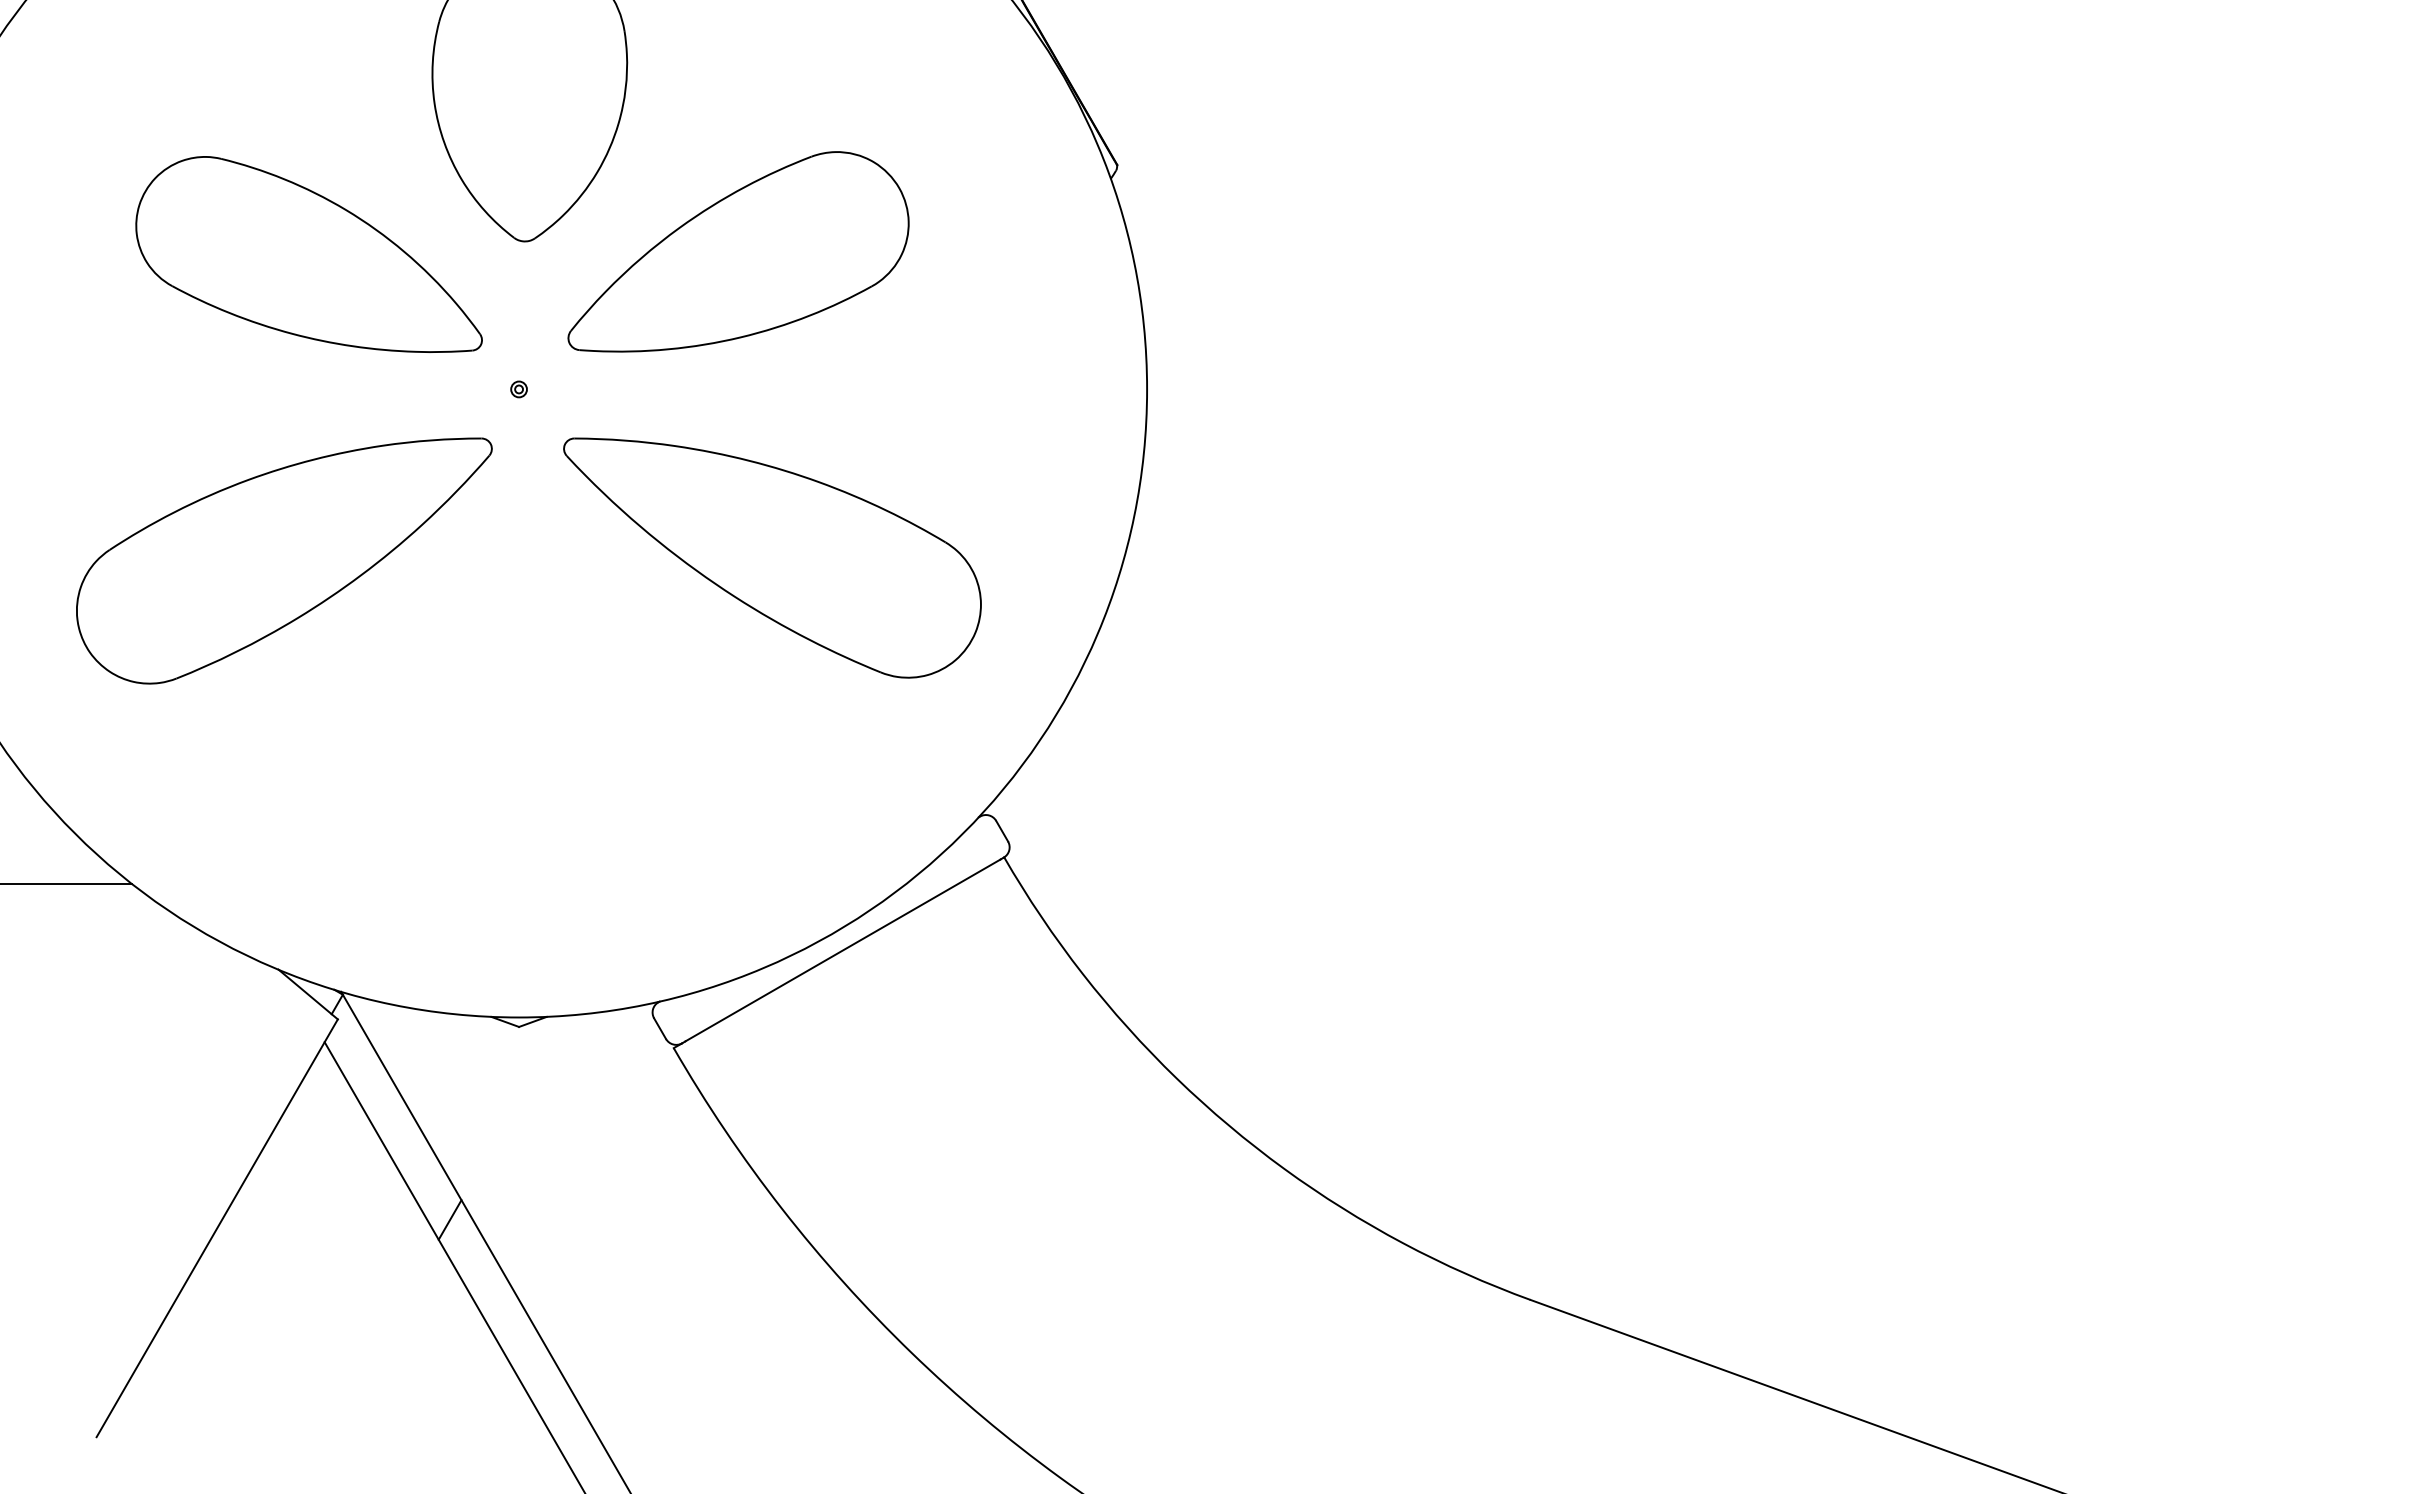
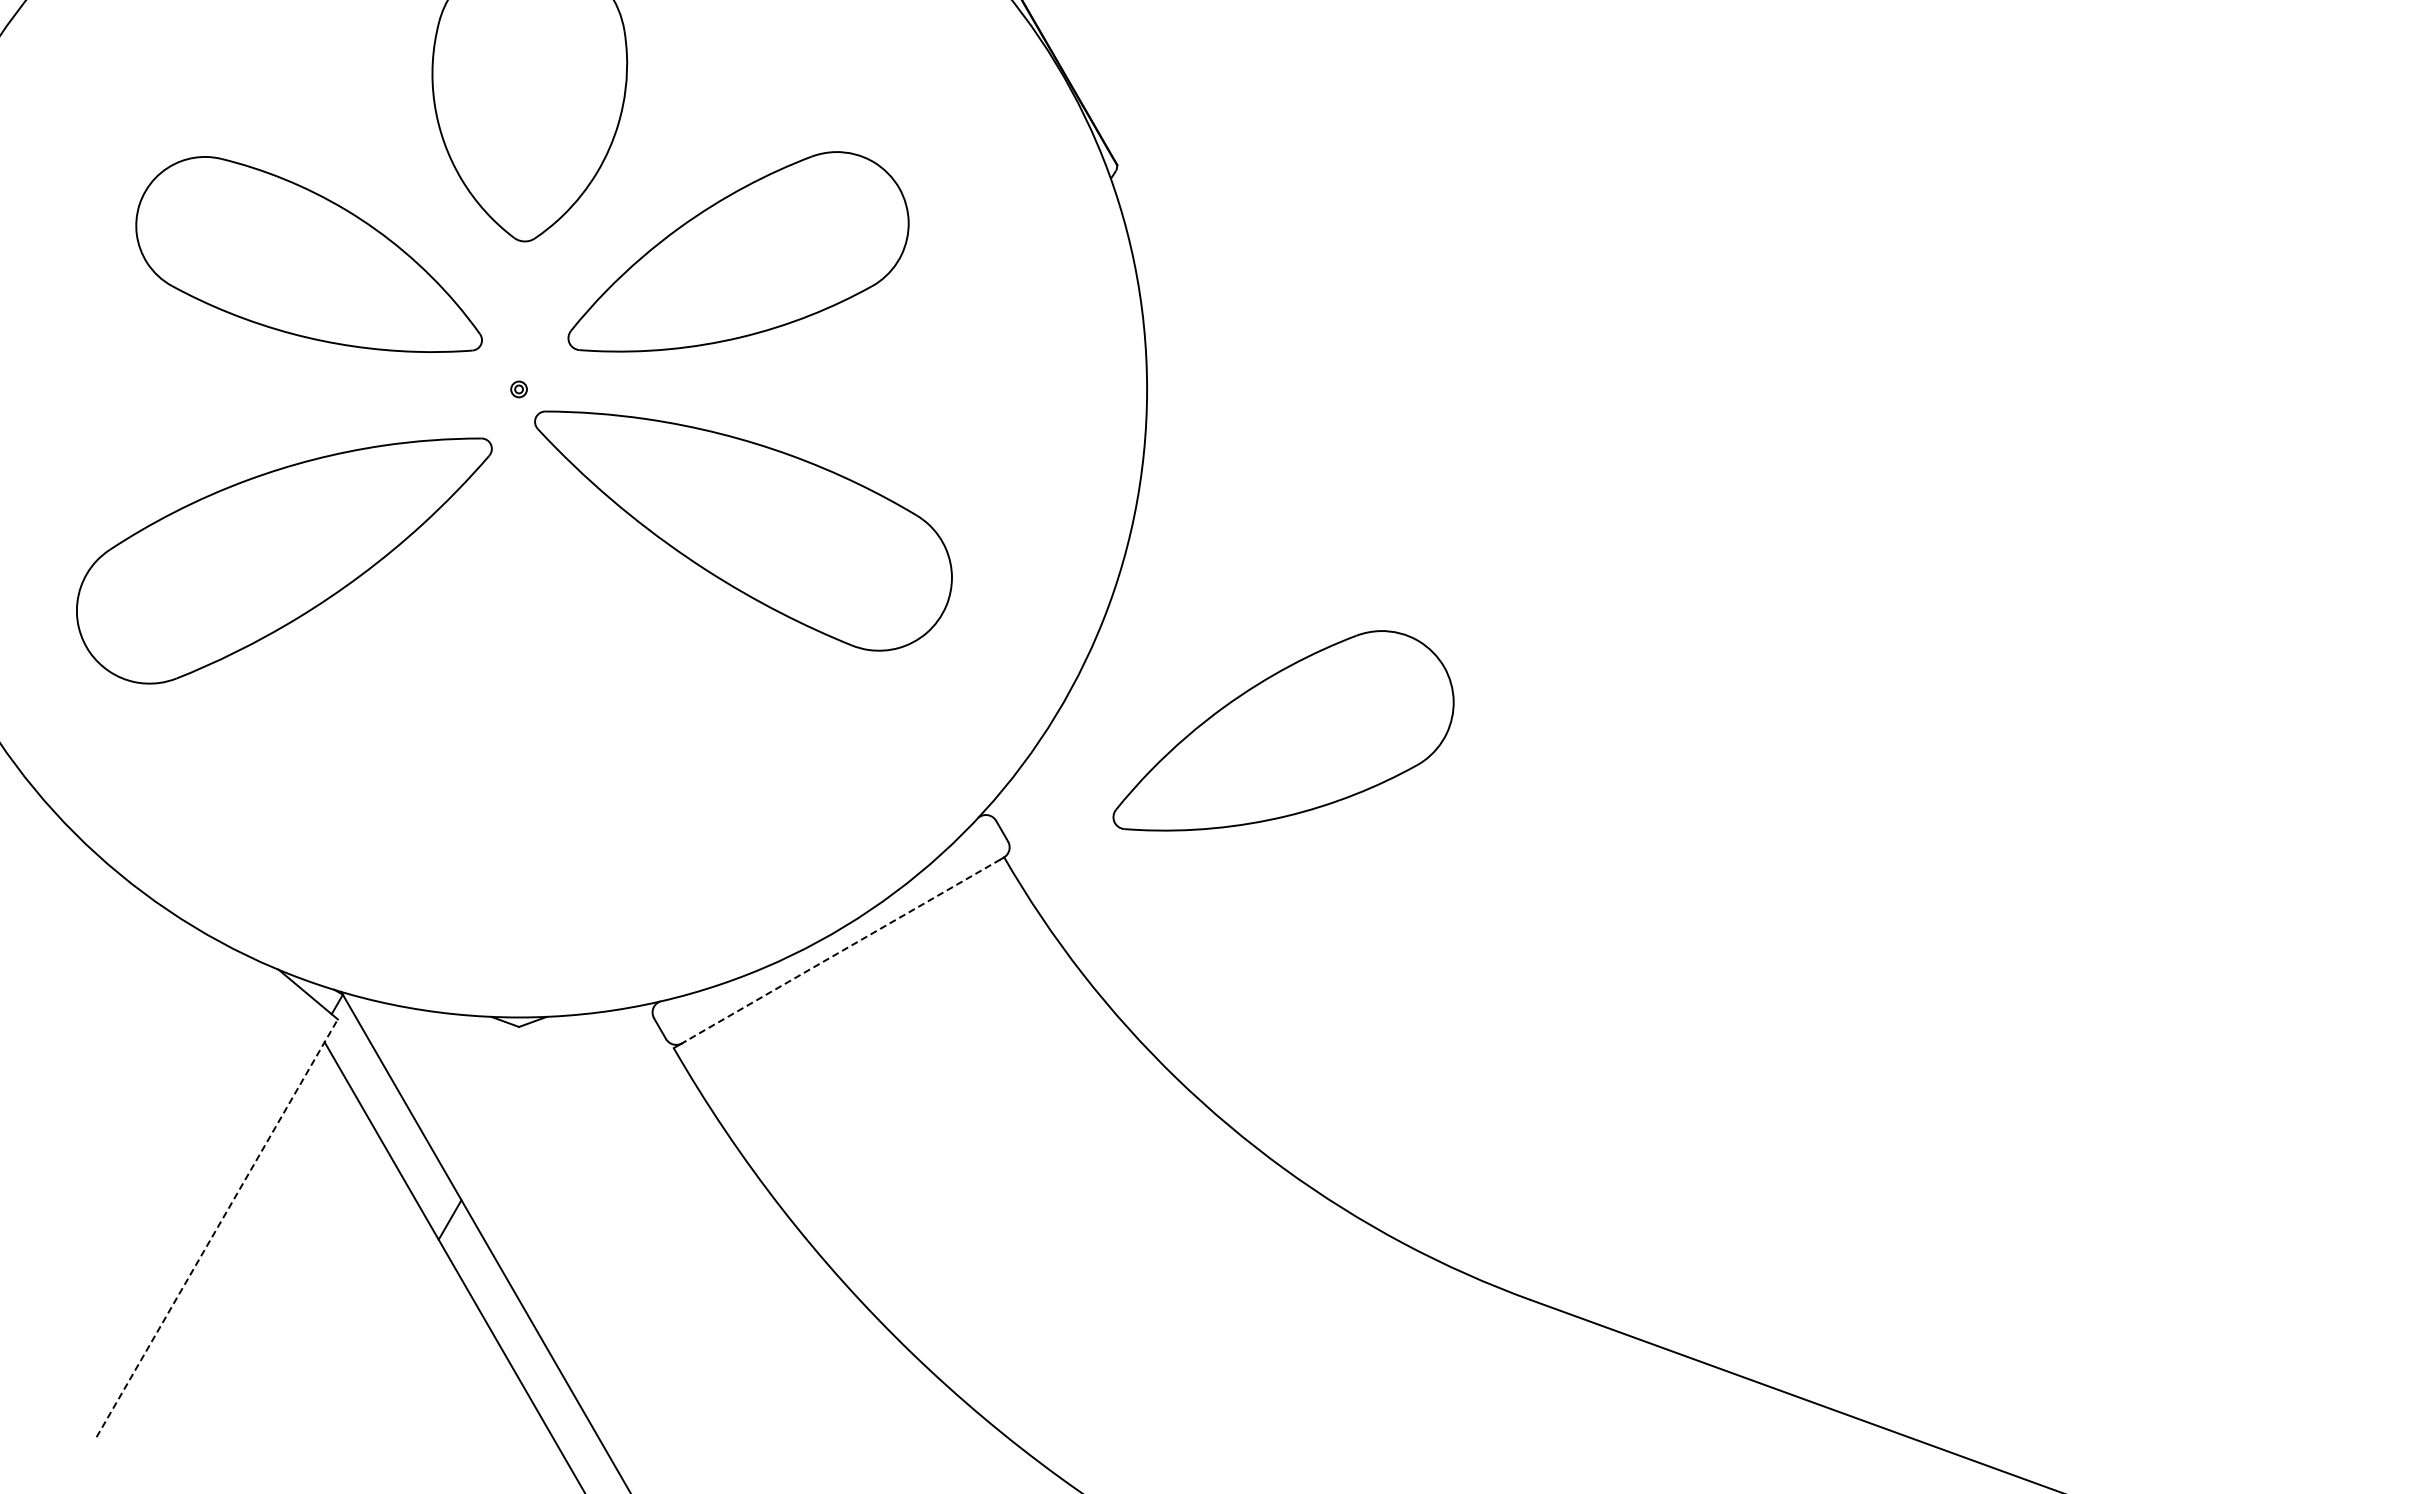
part at (772, 557) position: (772, 557) -> (743, 530)
part at (1283, 730): none -> present
line at (67, 884): present -> none
line at (842, 950): solid -> dashed
line at (217, 1227): solid -> dashed
